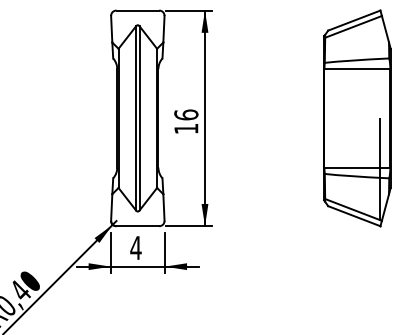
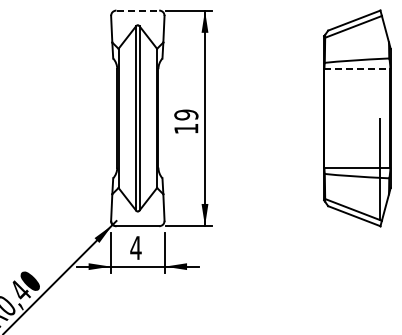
line at (138, 10): solid -> dashed
line at (357, 69): solid -> dashed
text at (186, 114): 16 -> 19
